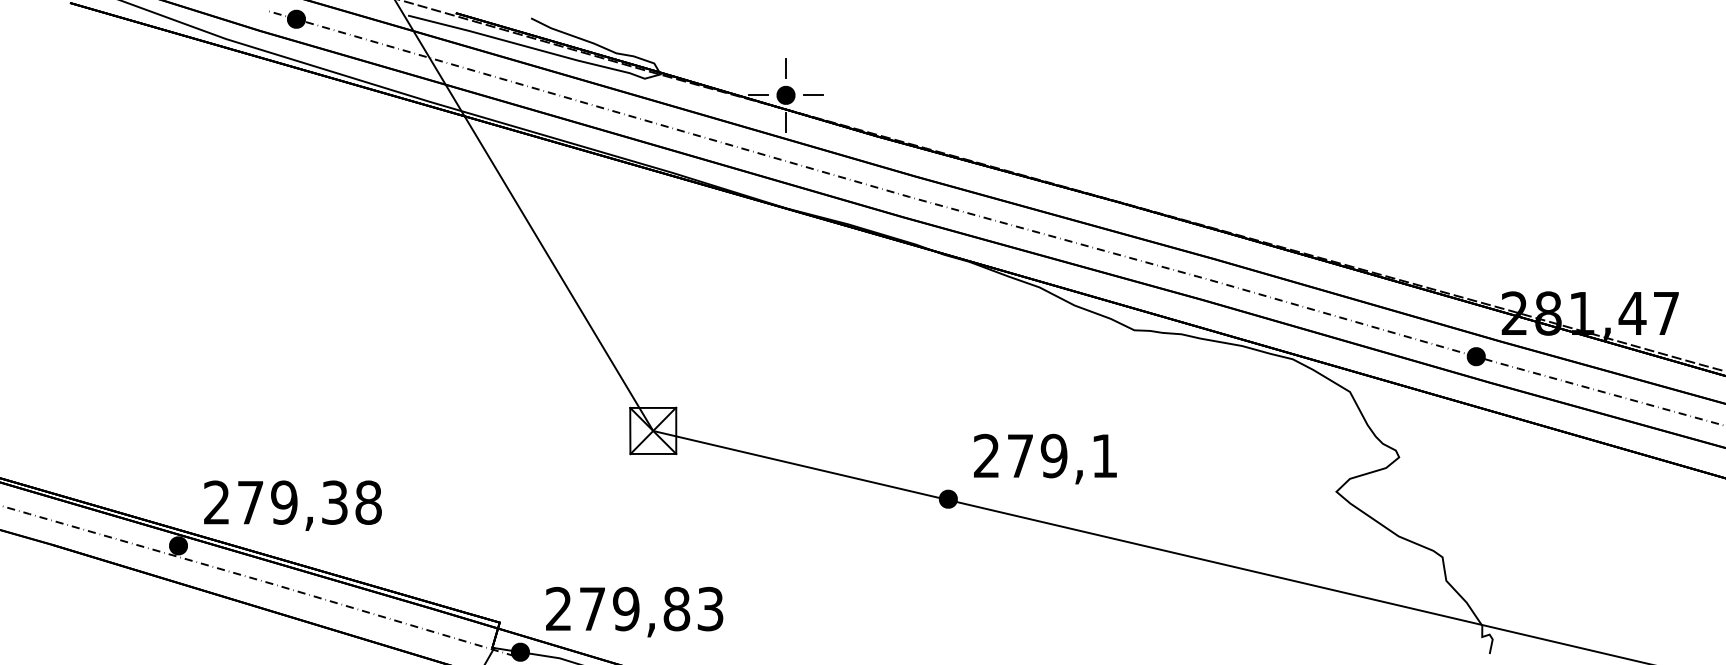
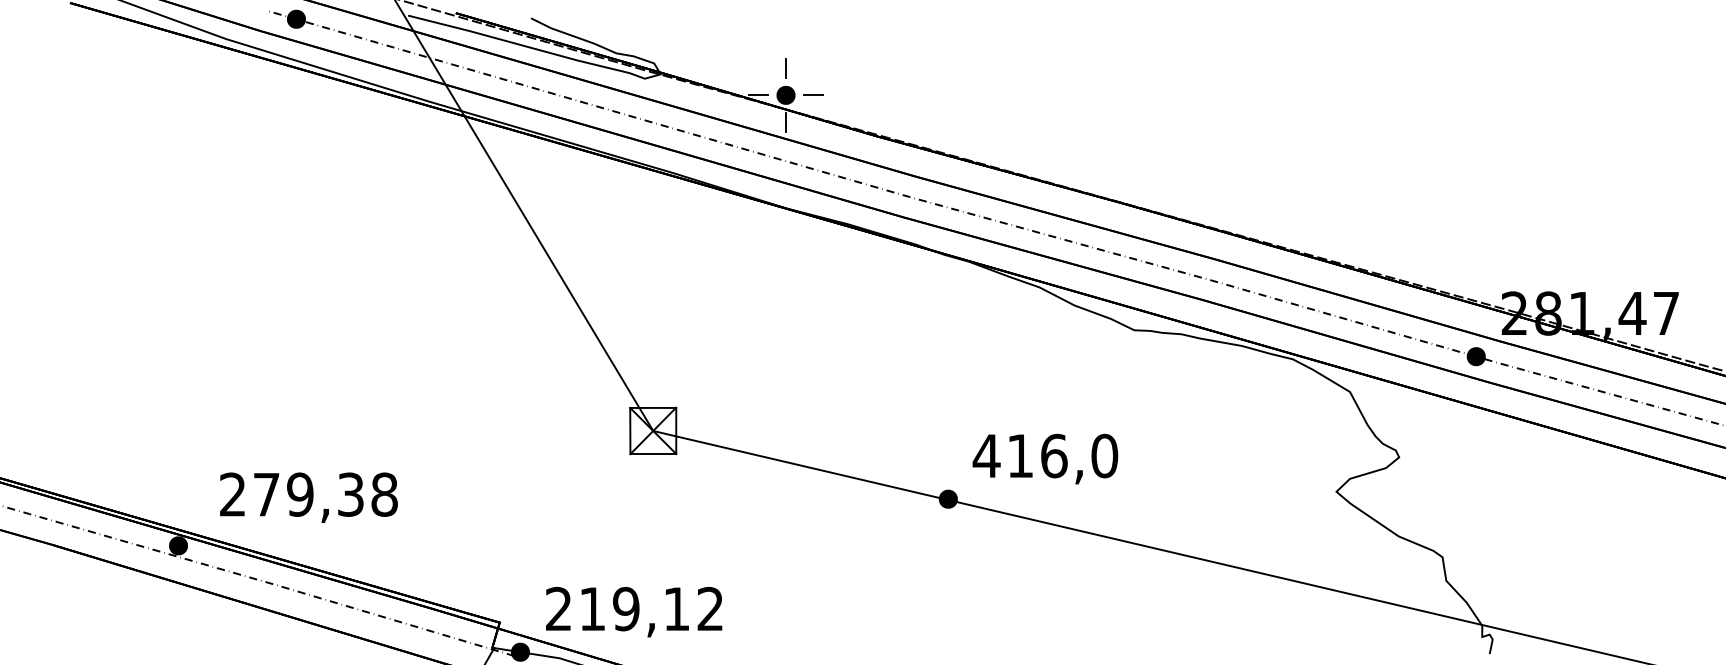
text at (1045, 455): 279,1 -> 416,0
text at (292, 505) position: (292, 505) -> (308, 497)
text at (651, 608): 279,83 -> 219,12
